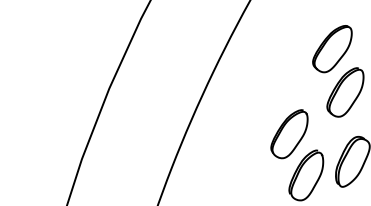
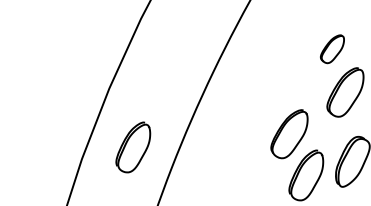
part at (332, 49) size: 41x49 px -> 25x31 px
part at (133, 147): none -> present
